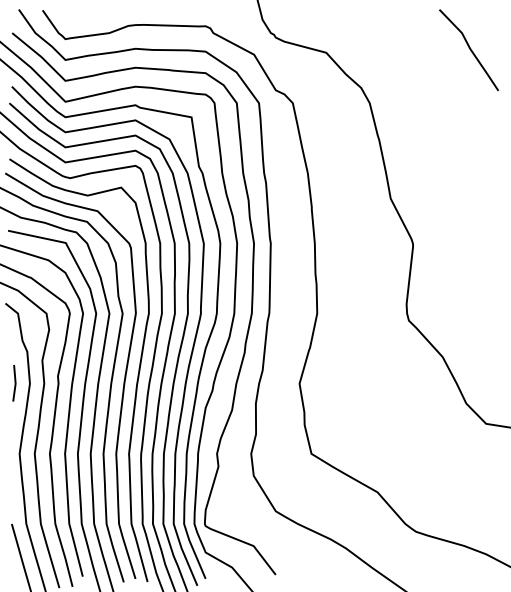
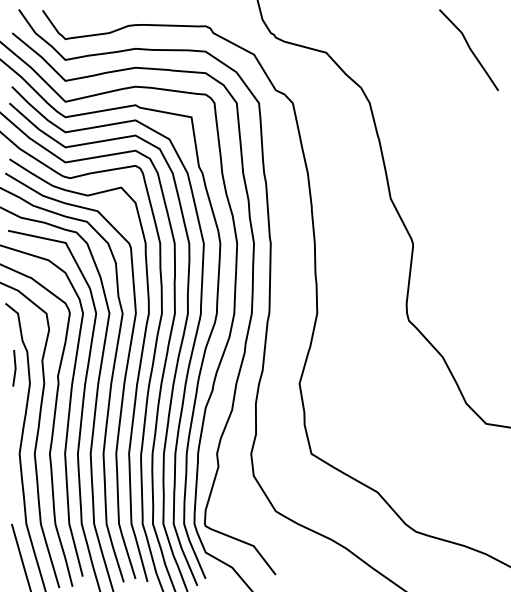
line at (14, 383) position: (14, 383) -> (14, 368)
